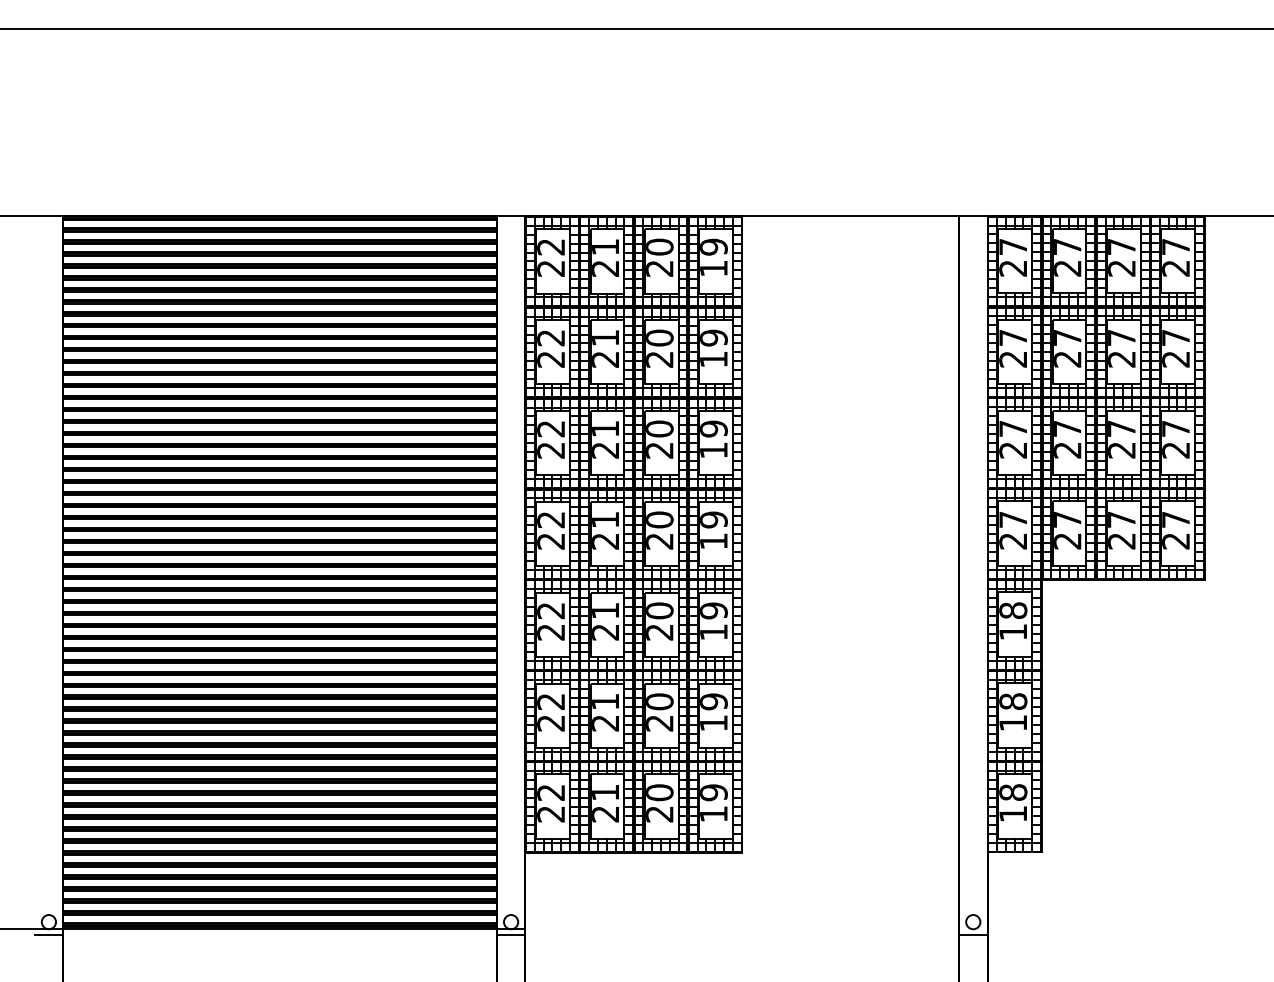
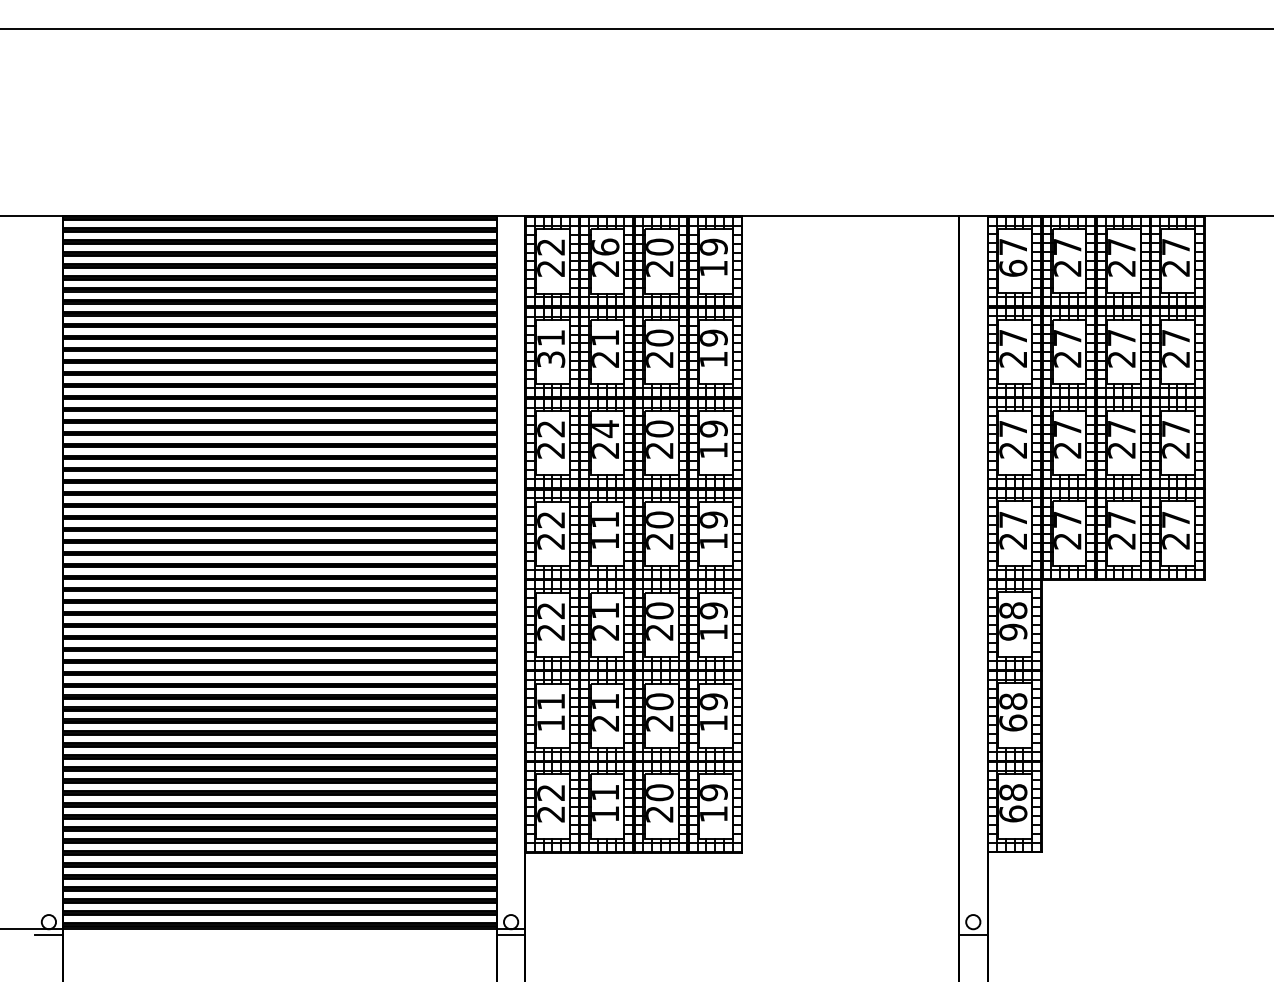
text at (605, 246): 21 -> 26
text at (1013, 267): 27 -> 67
text at (551, 348): 22 -> 31
text at (605, 429): 21 -> 24
text at (605, 541): 21 -> 11
text at (1013, 631): 18 -> 98
text at (550, 712): 22 -> 11
text at (1013, 722): 18 -> 68
text at (1013, 813): 18 -> 68
text at (605, 814): 21 -> 11
